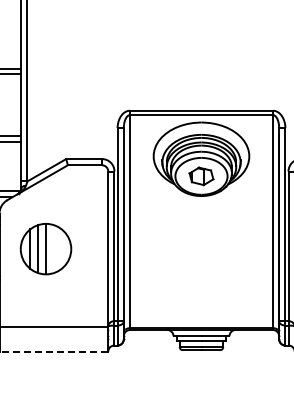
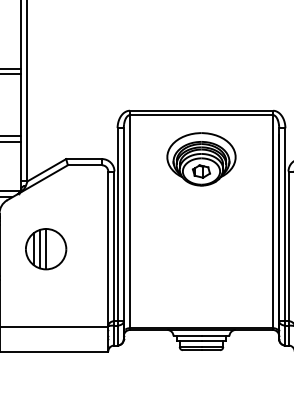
part at (201, 158) size: 99x76 px -> 71x55 px
part at (45, 249) size: 54x53 px -> 43x43 px
line at (54, 351): dashed -> solid
